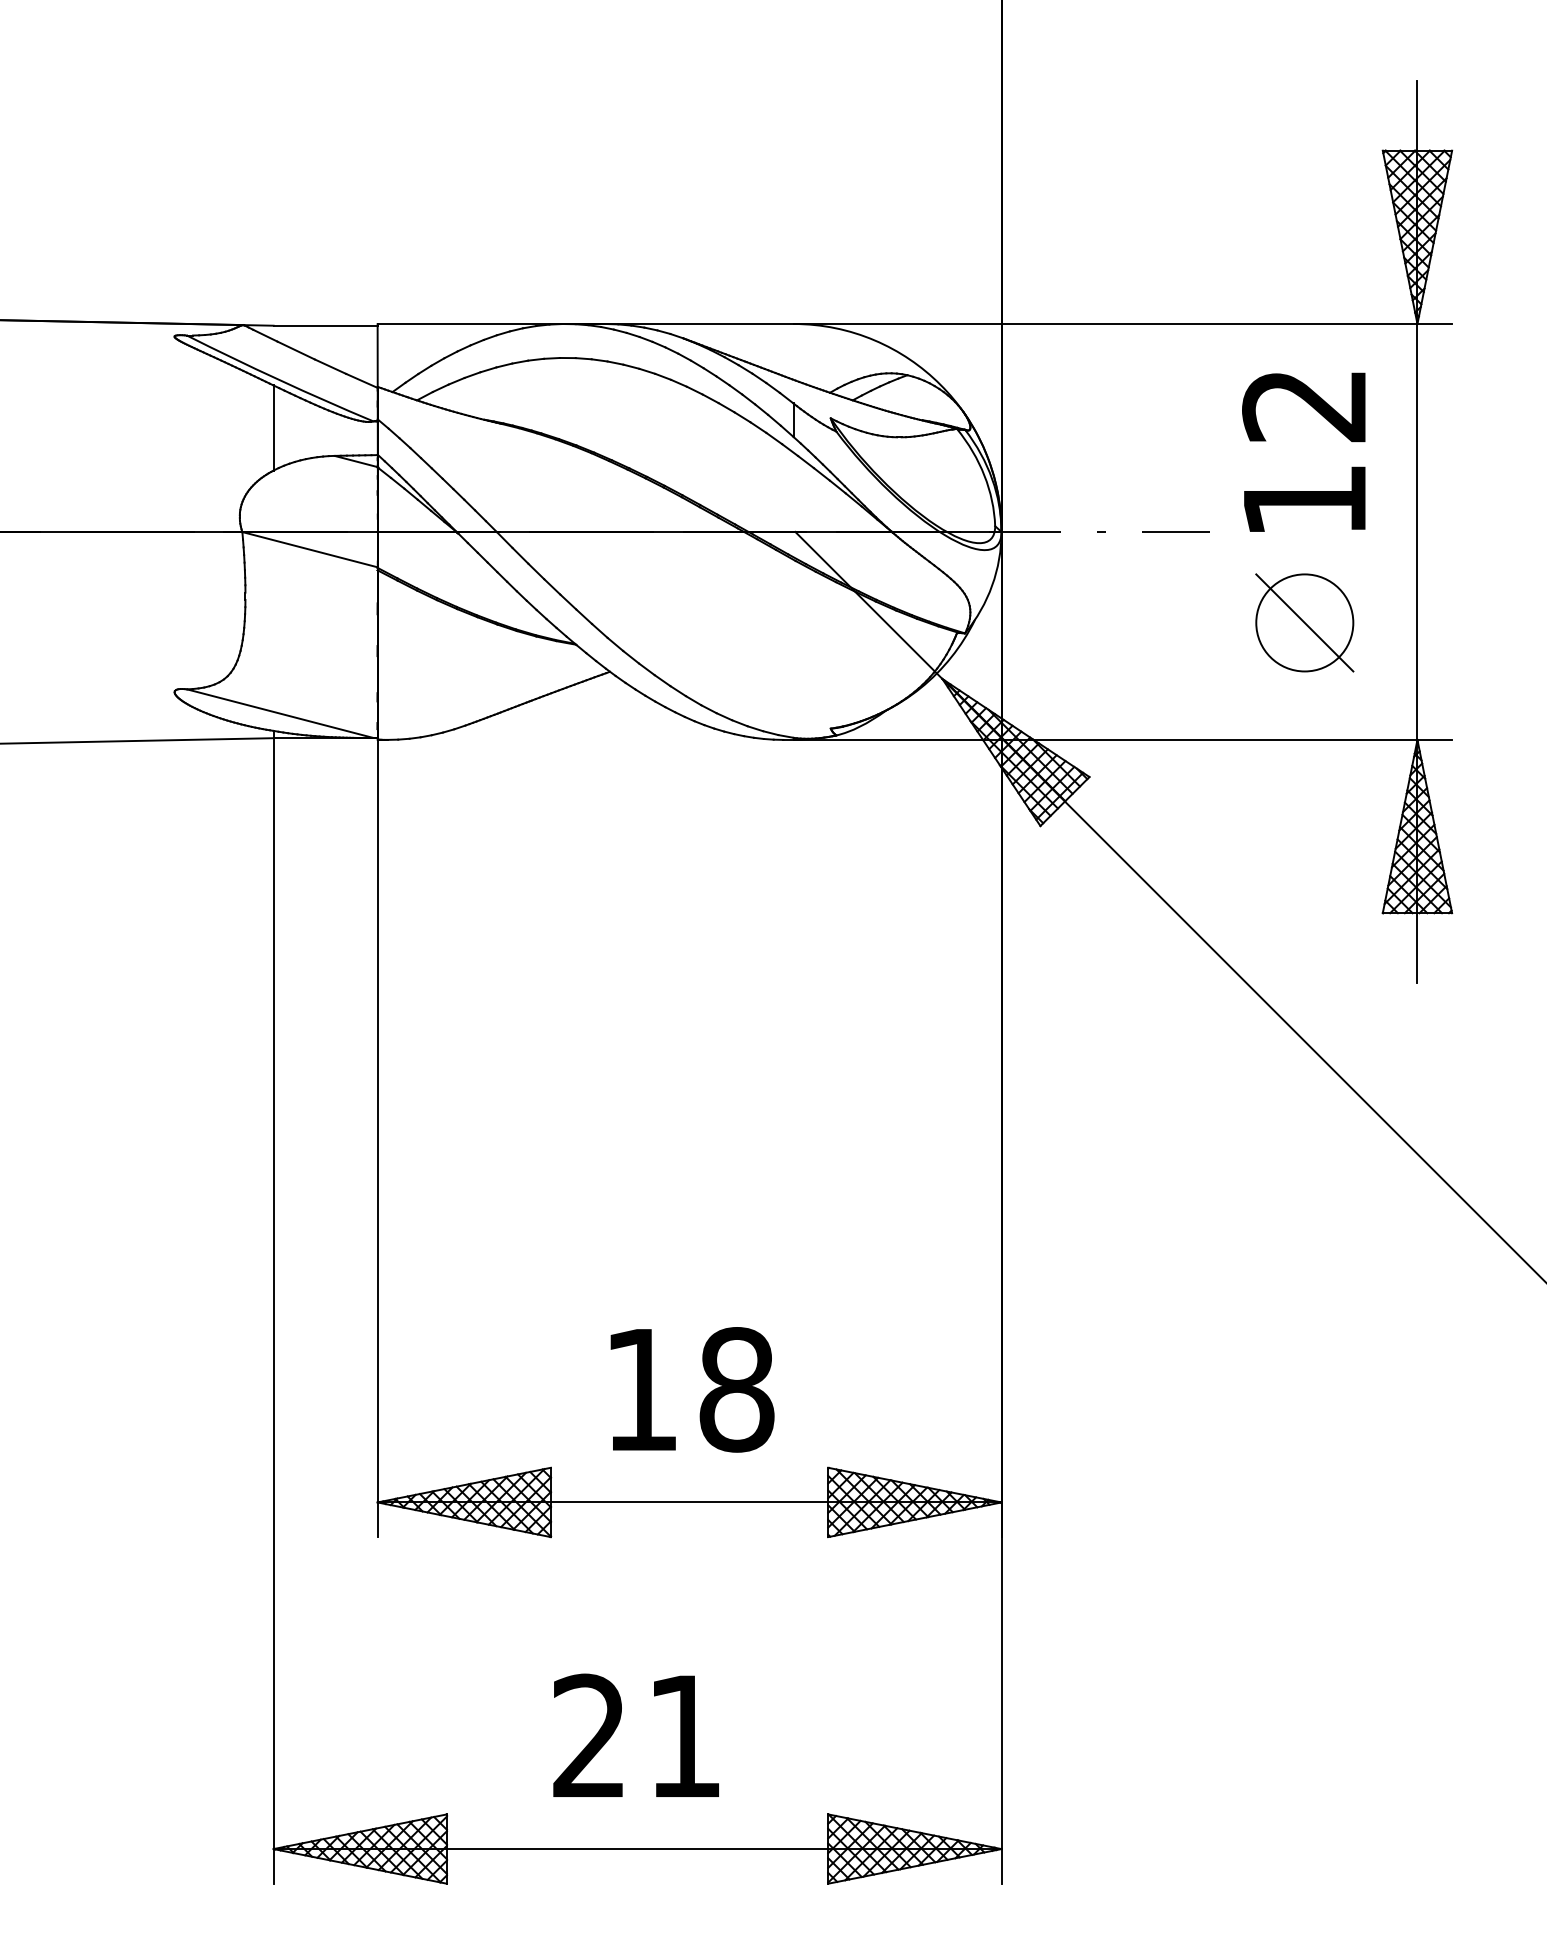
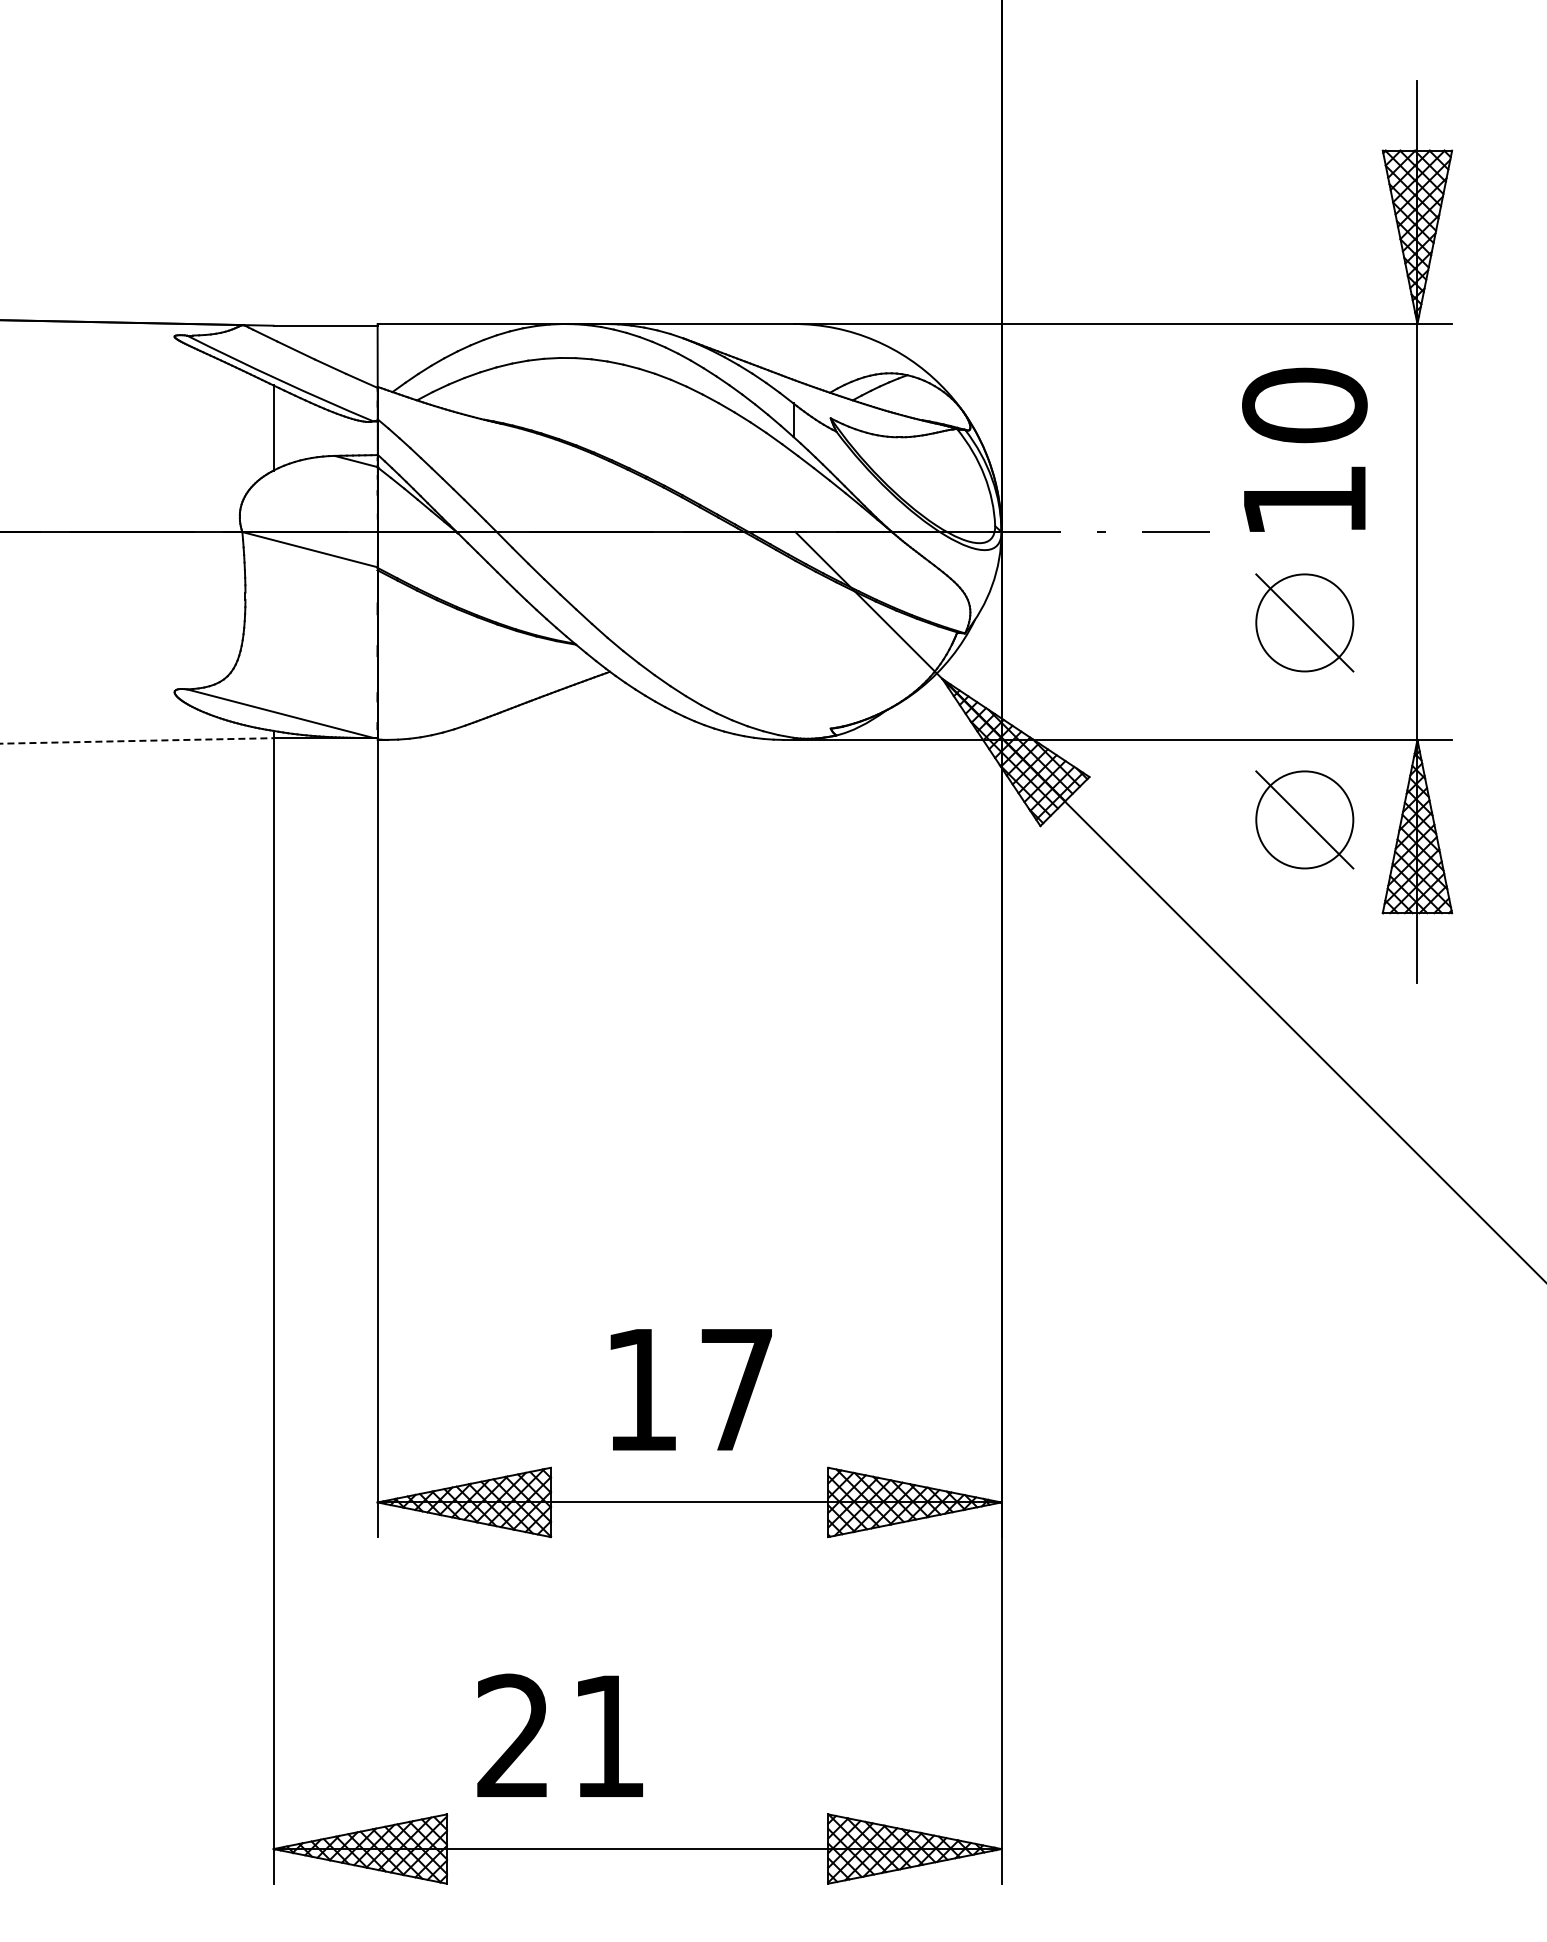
text at (1304, 405): 12 -> 10
line at (137, 740): solid -> dashed
part at (1304, 819): none -> present
text at (736, 1389): 18 -> 17
text at (635, 1734) position: (635, 1734) -> (559, 1734)
